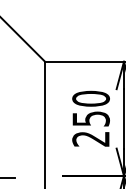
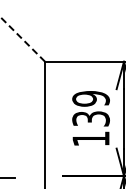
line at (22, 39): solid -> dashed
text at (90, 118): 250 -> 139
